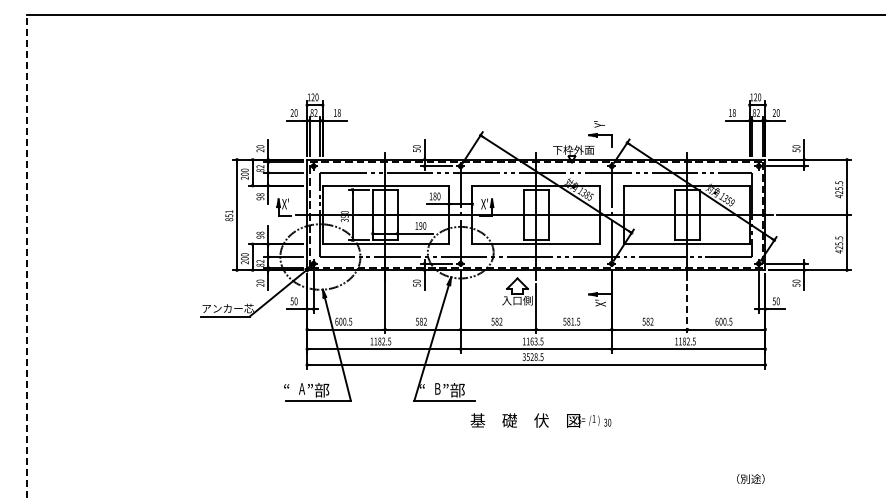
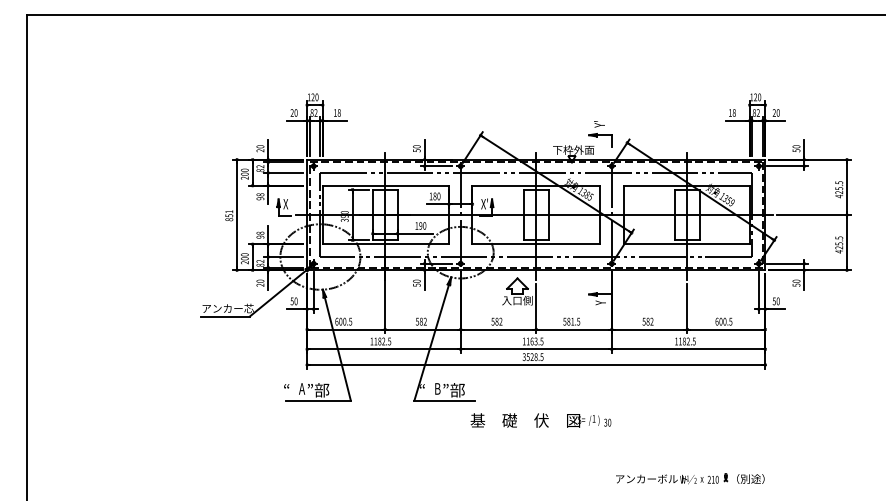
text at (285, 203): X' -> X
line at (26, 258): dashed -> solid
text at (600, 302): X' -> Y
line at (687, 308): dashed -> solid
part at (672, 478): none -> present
